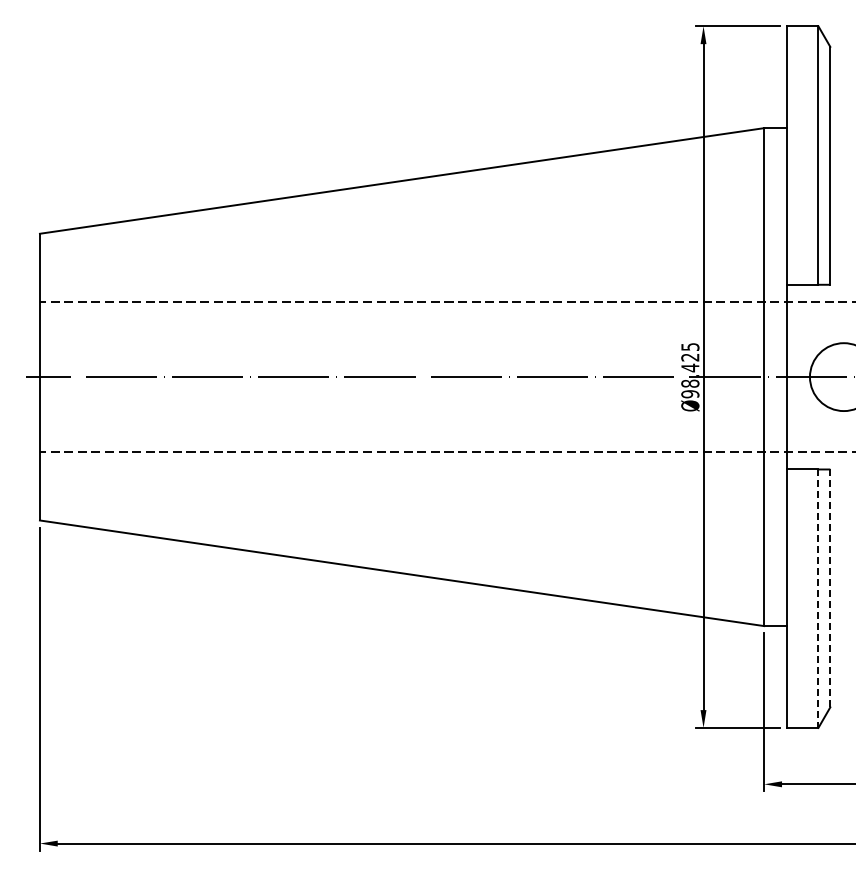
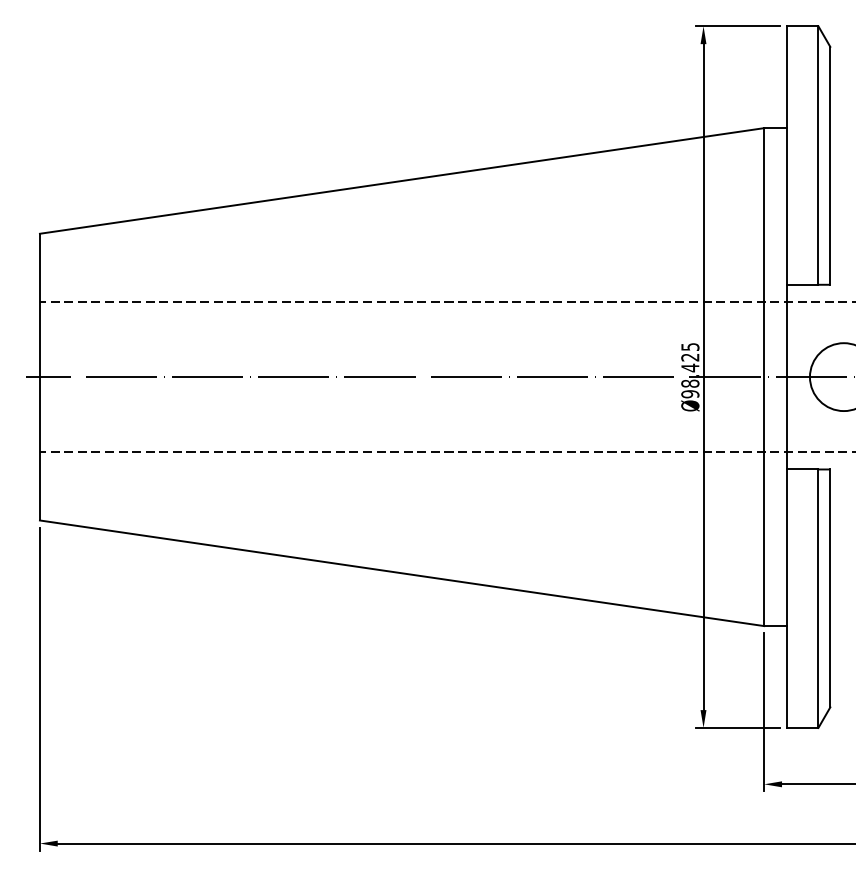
line at (830, 588): dashed -> solid
line at (818, 599): dashed -> solid
